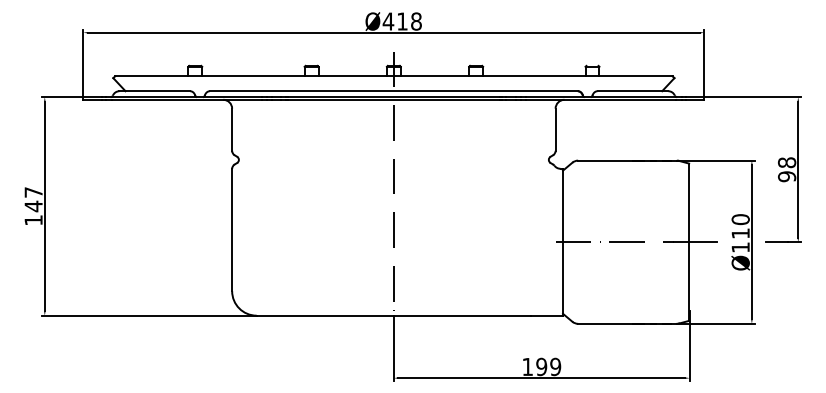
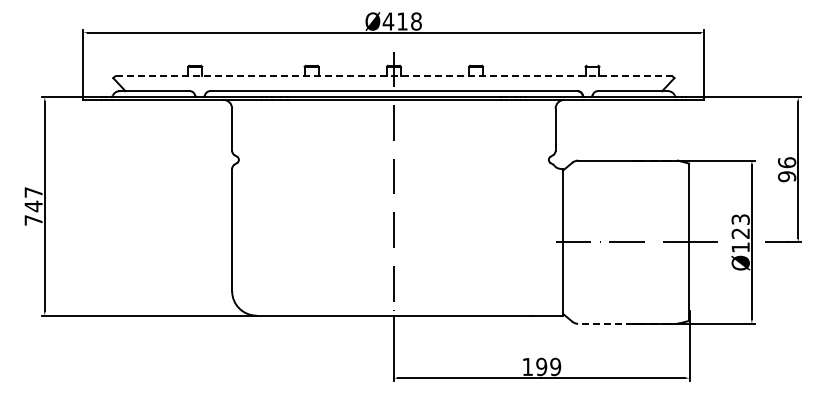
line at (393, 76): solid -> dashed
text at (786, 162): 98 -> 96
text at (33, 220): 147 -> 747
text at (740, 226): Ø110 -> Ø123
line at (604, 323): solid -> dashed
